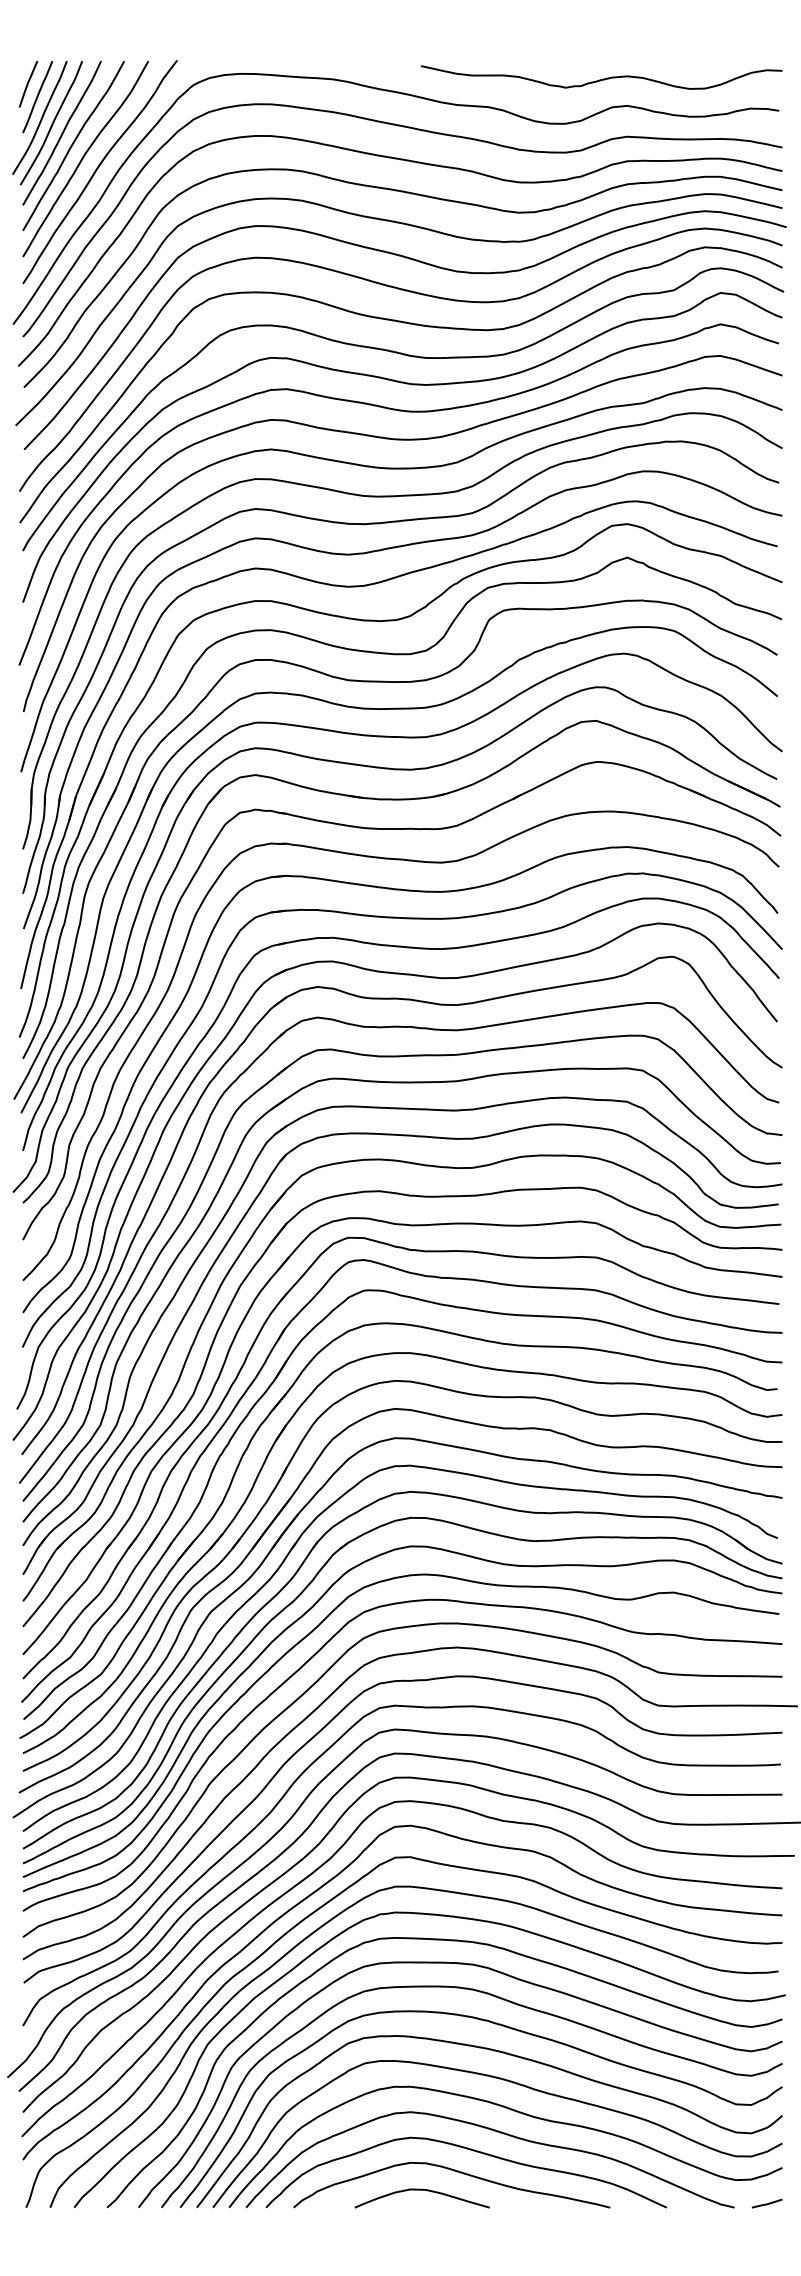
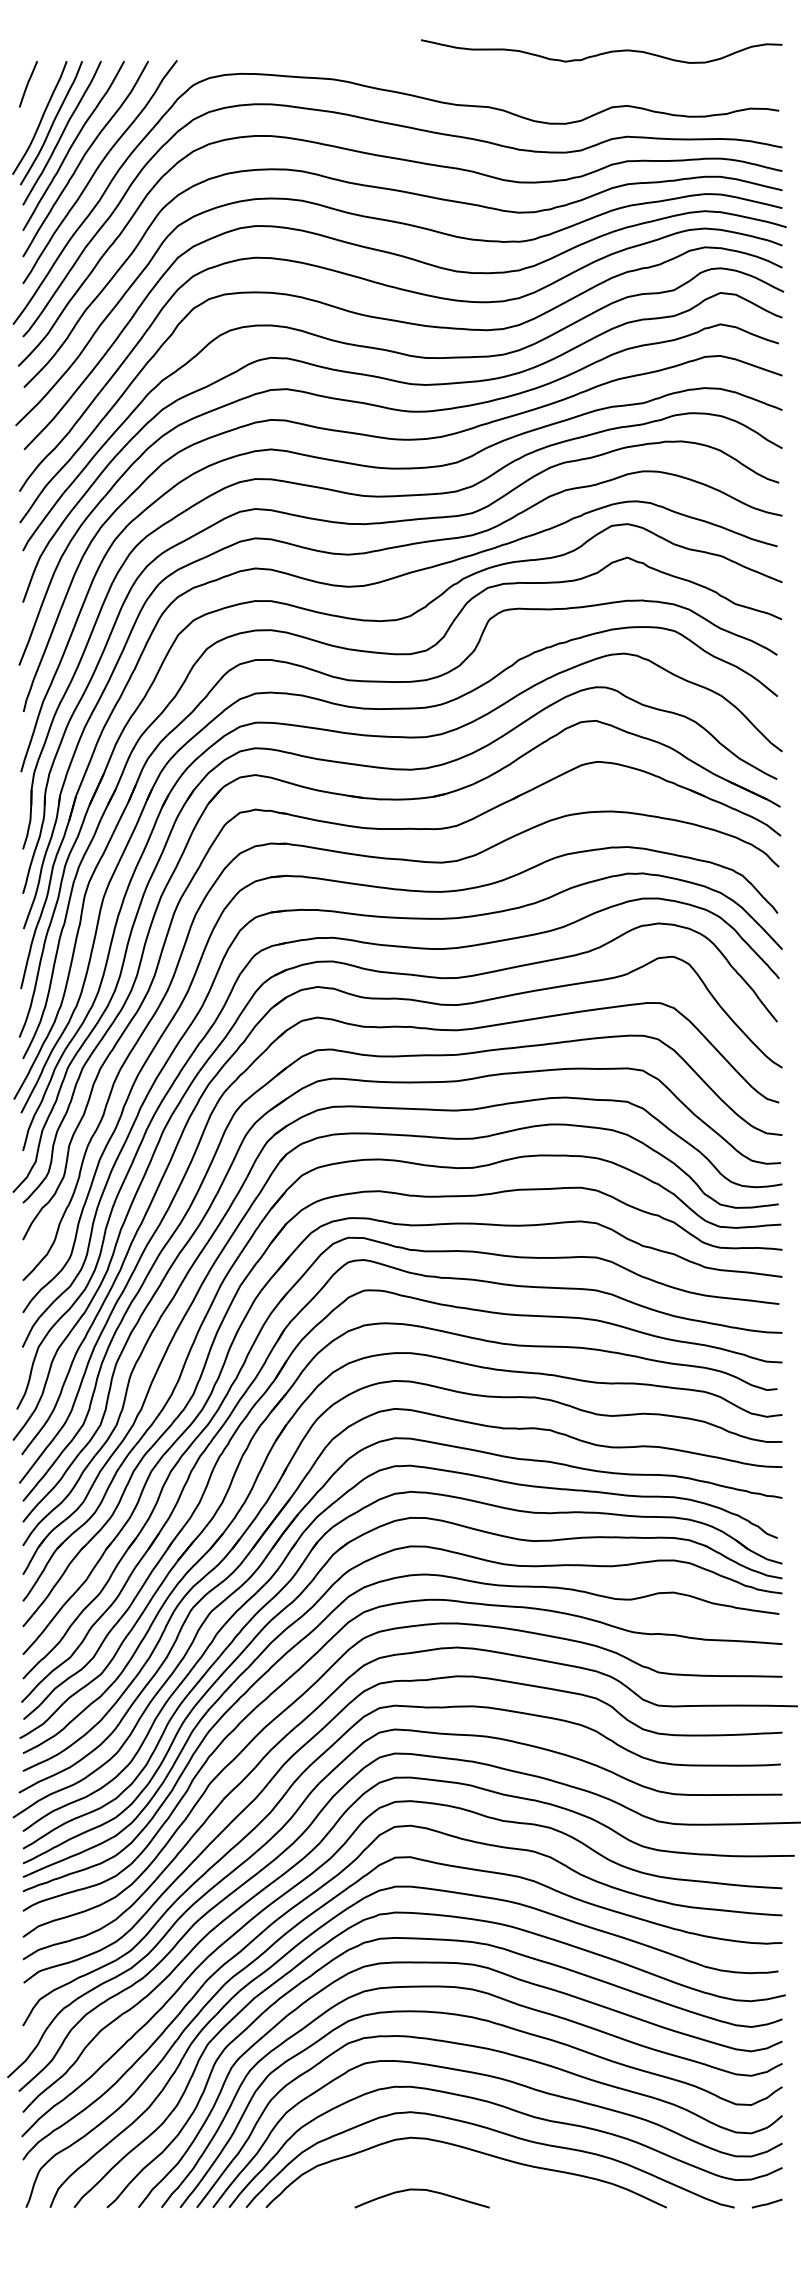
curve at (602, 78) position: (602, 78) -> (602, 52)
line at (37, 97): present -> none
curve at (453, 2171): present -> none
